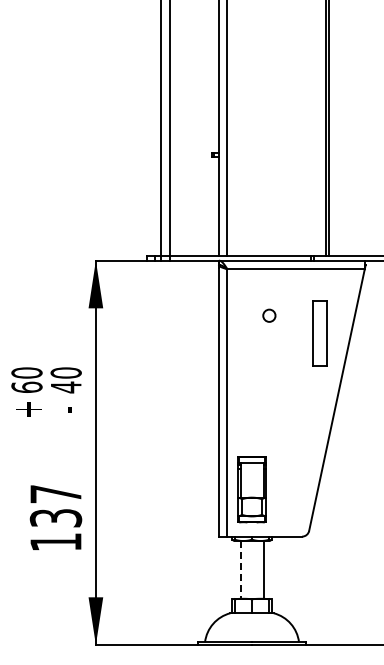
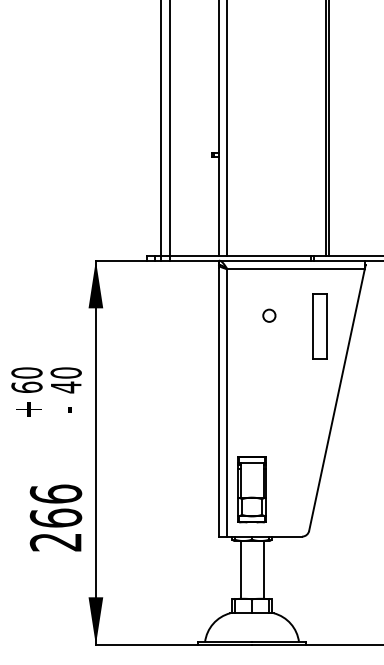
part at (319, 333) position: (319, 333) -> (319, 326)
text at (55, 517): 137 -> 266
line at (240, 569): dashed -> solid
